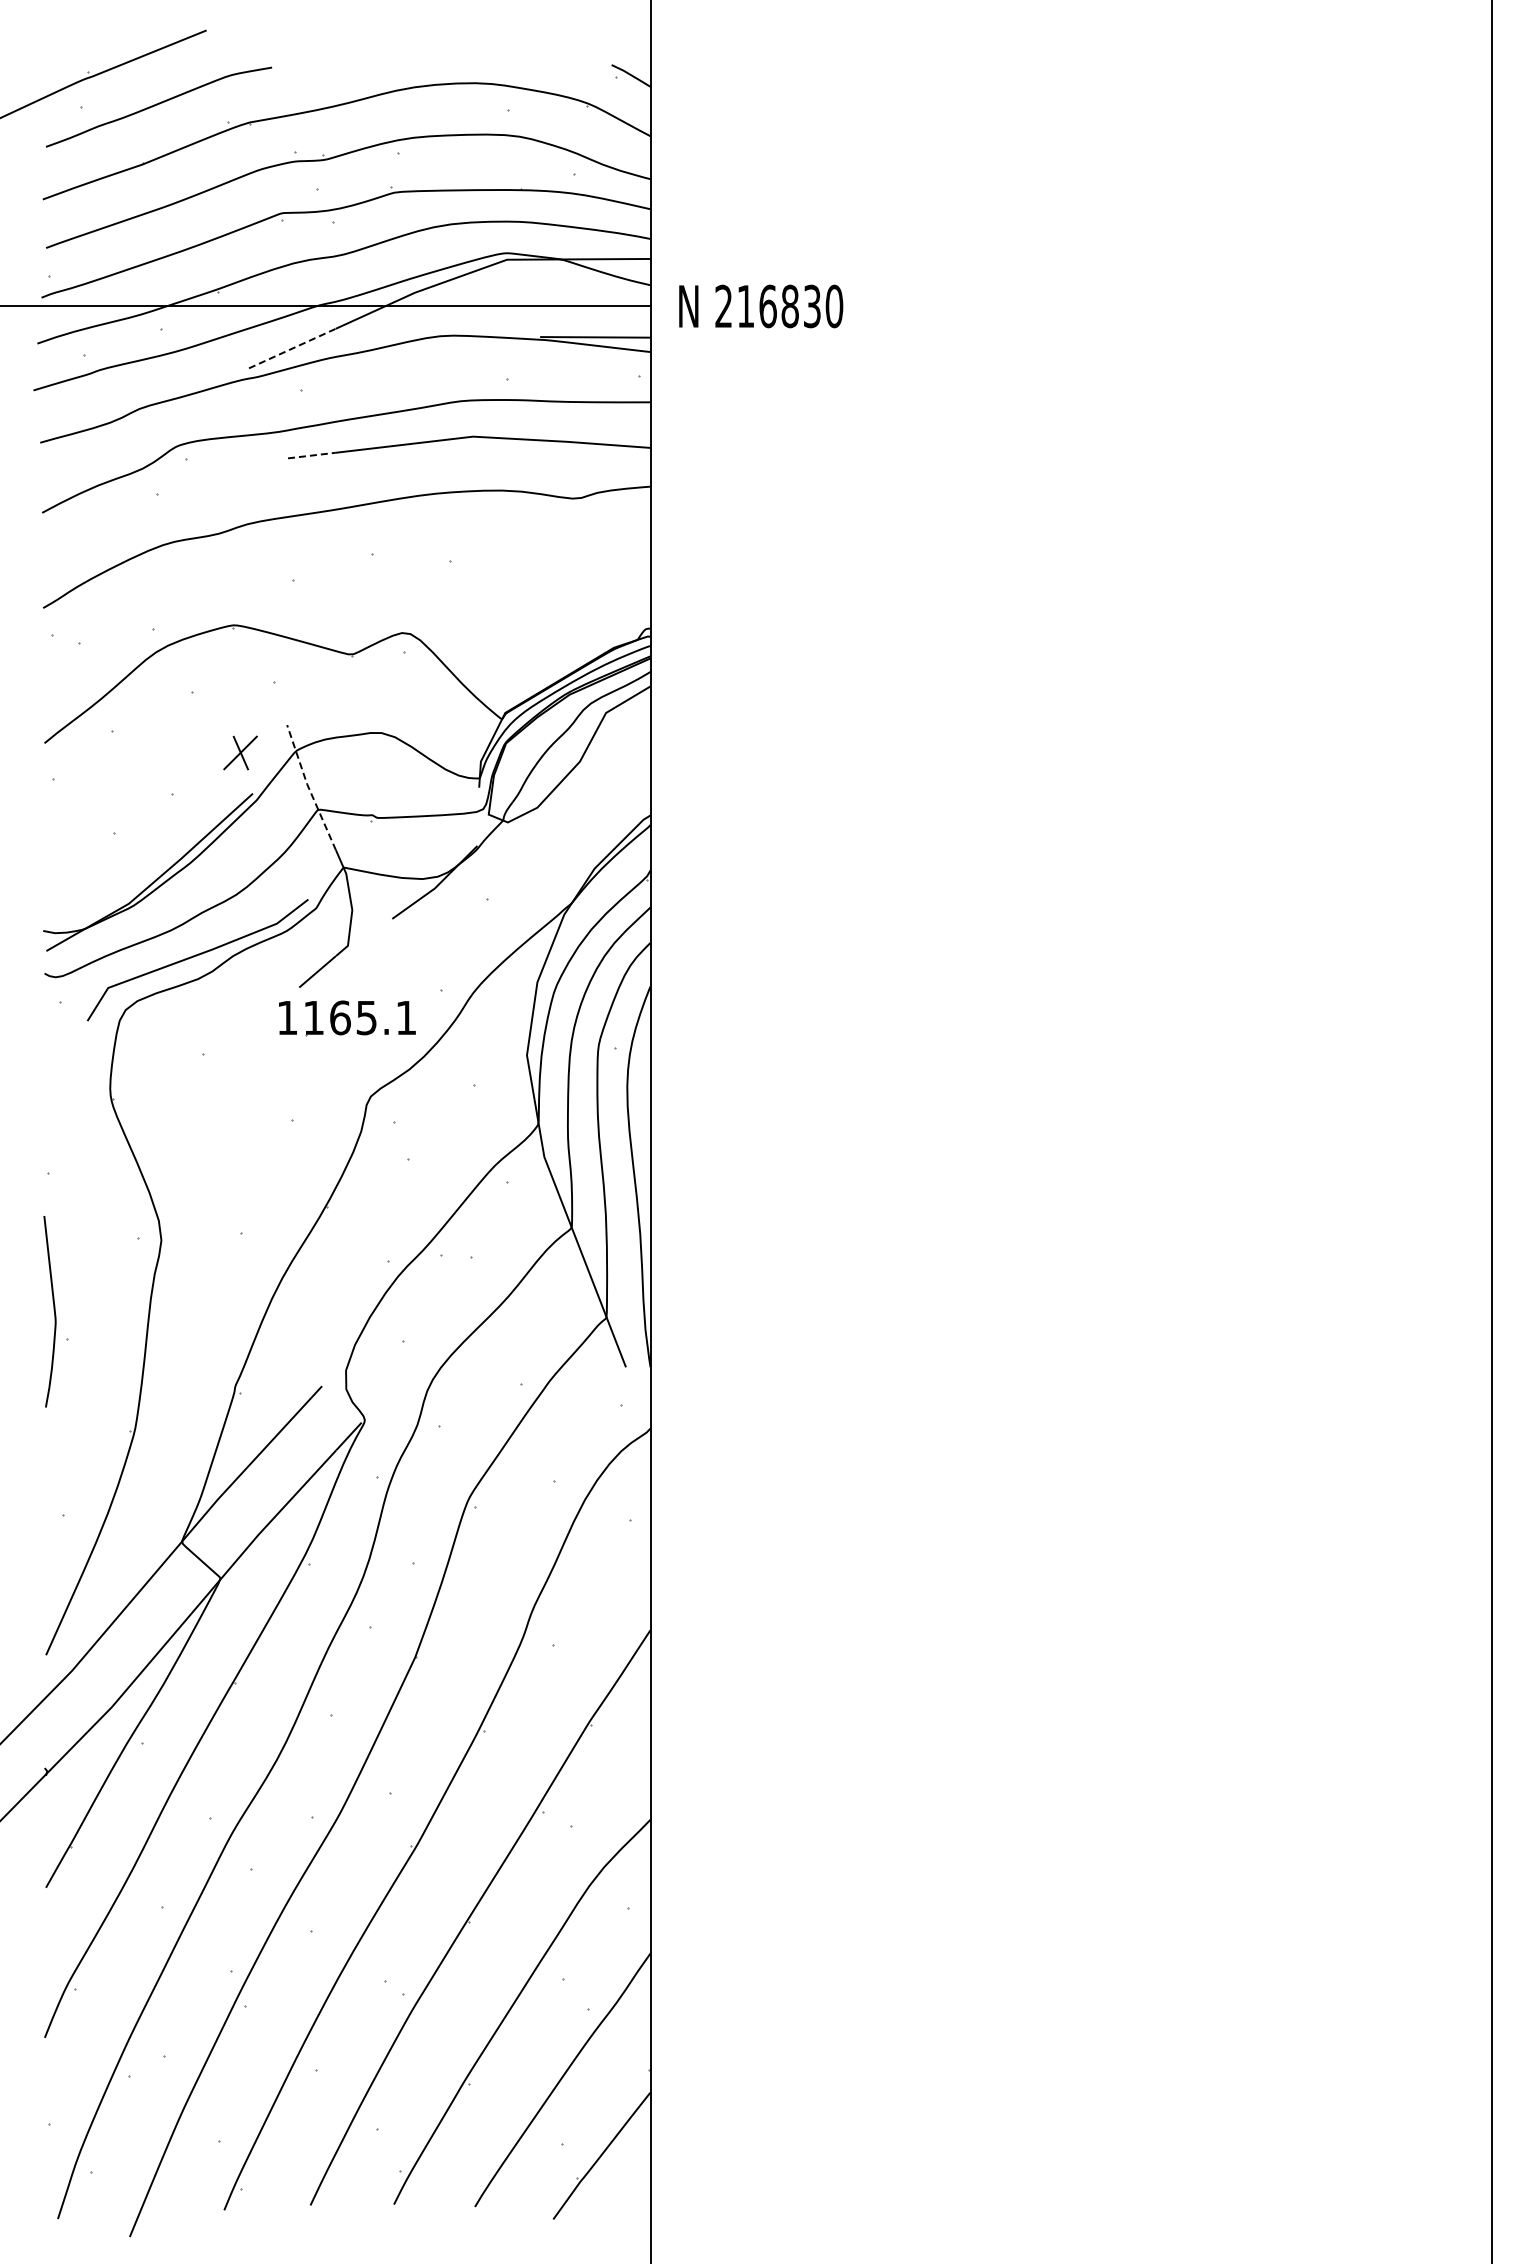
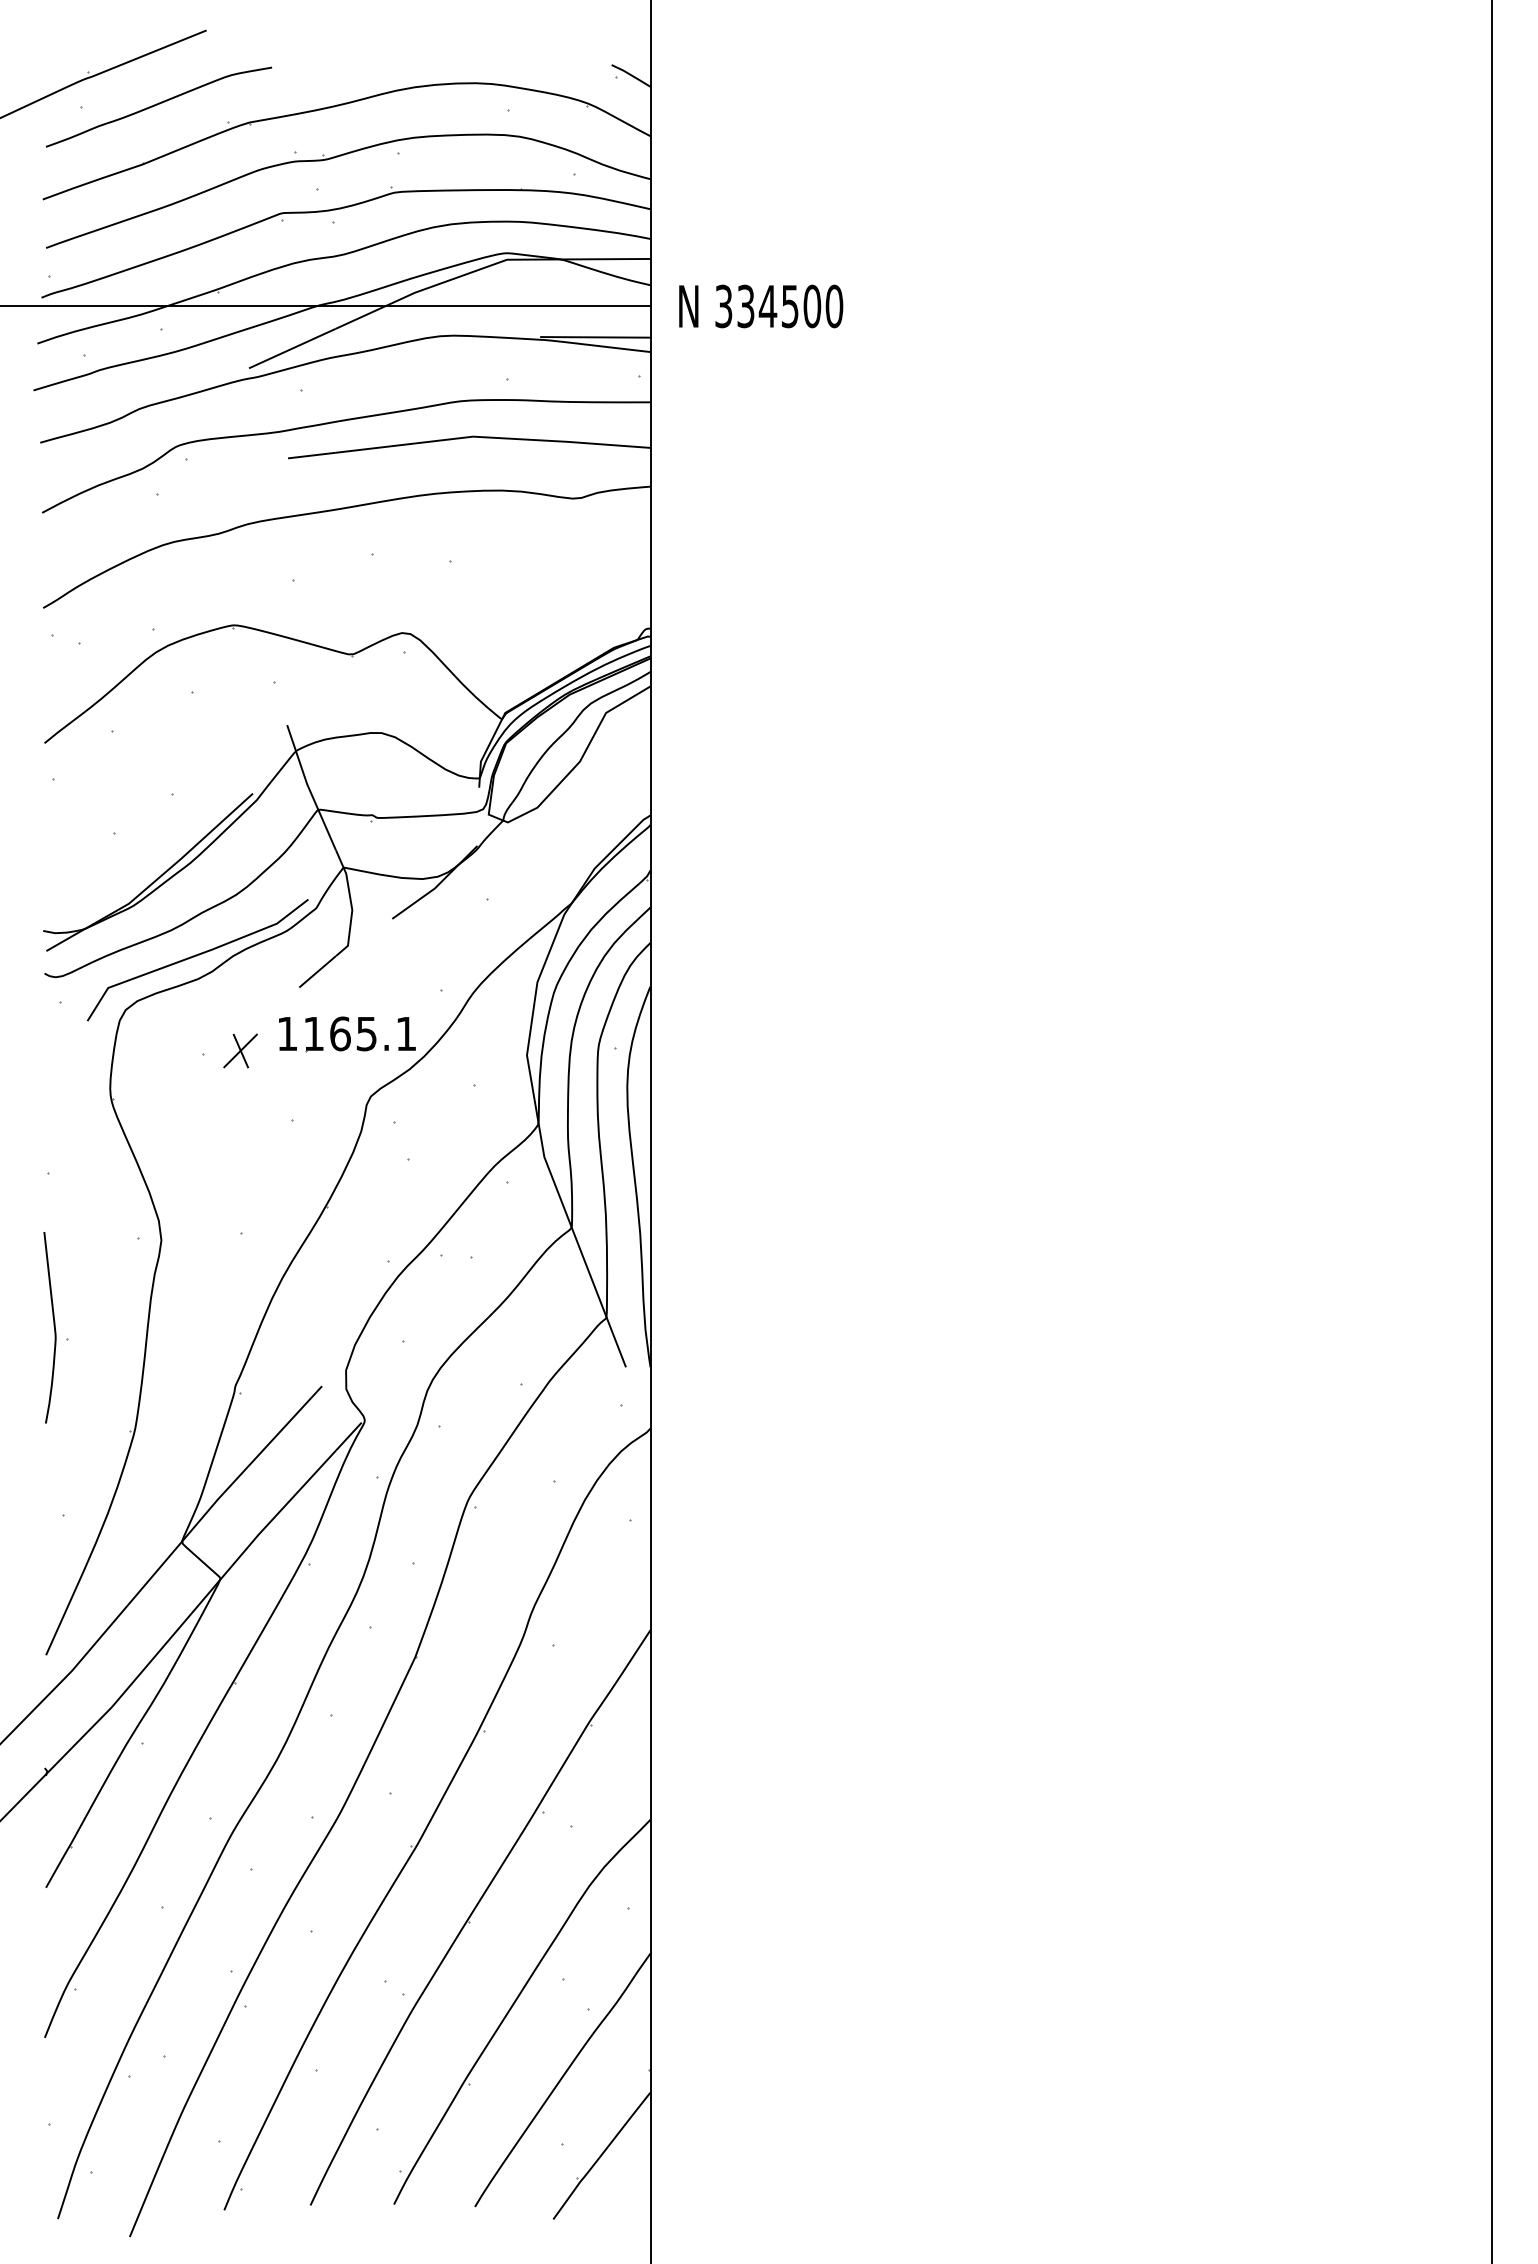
text at (768, 306): 216830 -> 334500
line at (292, 348): dashed -> solid
line at (312, 455): dashed -> solid
part at (240, 752) position: (240, 752) -> (240, 1050)
line at (308, 787): dashed -> solid
part at (347, 1018) position: (347, 1018) -> (347, 1034)
curve at (53, 1310) position: (53, 1310) -> (53, 1326)
